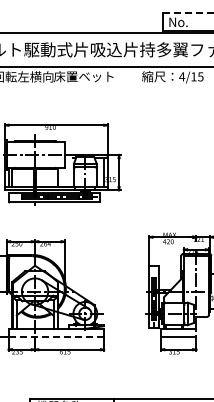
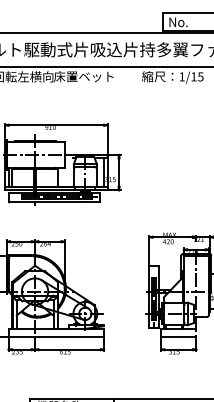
line at (188, 13): dashed -> solid
text at (182, 76): 4/15 -> 1/15
line at (56, 336): dashed -> solid
